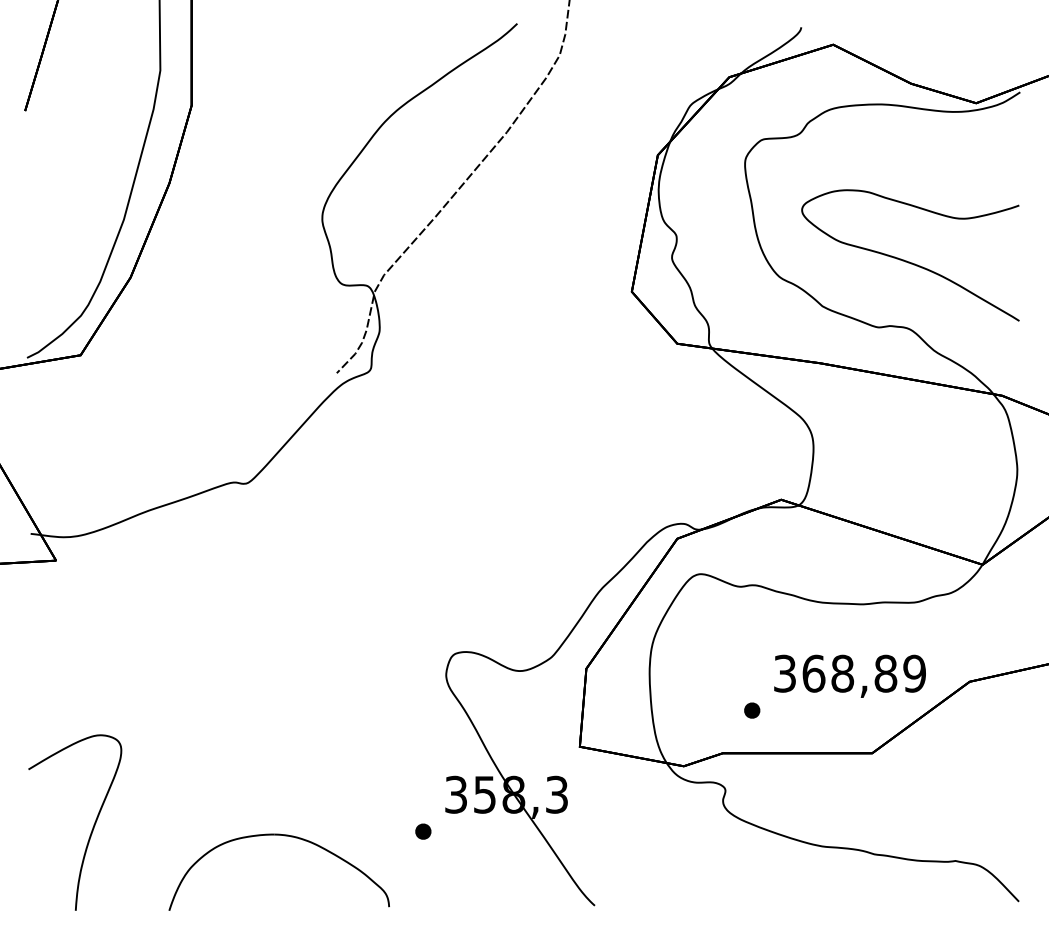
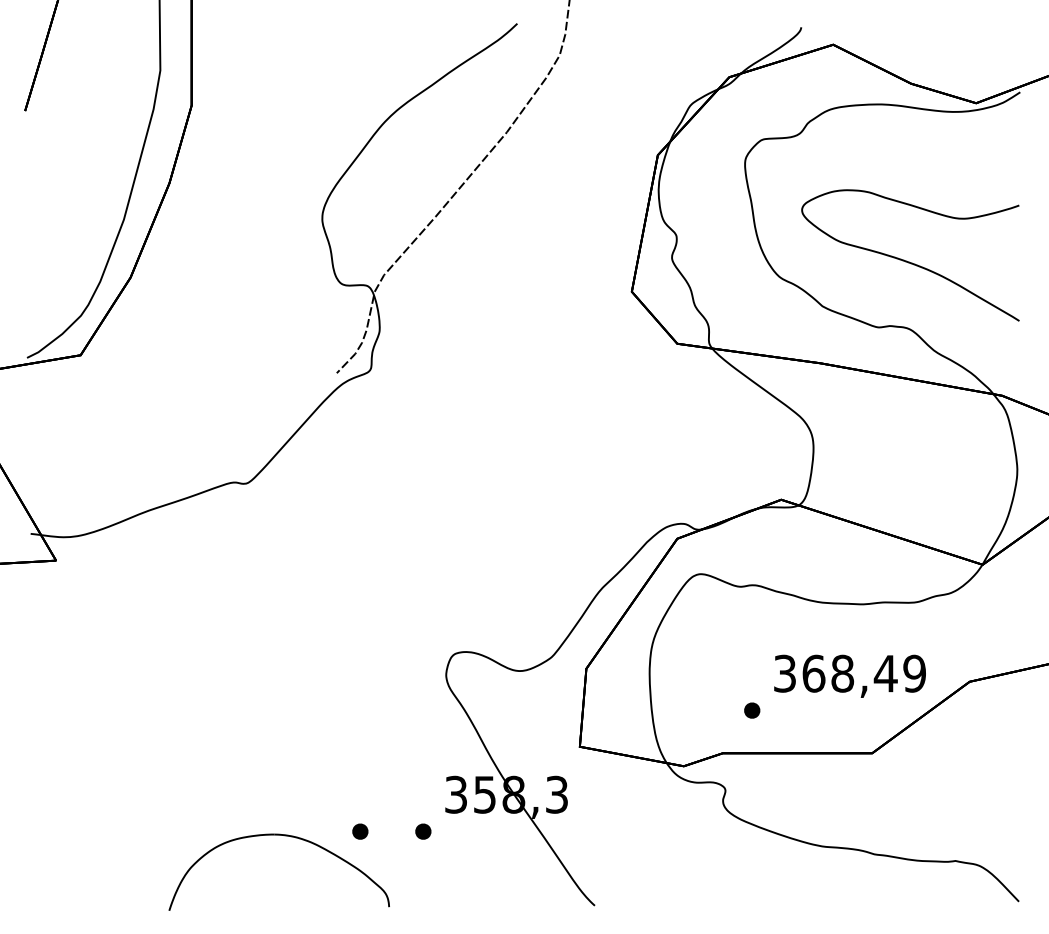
text at (885, 673): 368,89 -> 368,49
curve at (92, 827): present -> none
part at (360, 831): none -> present
